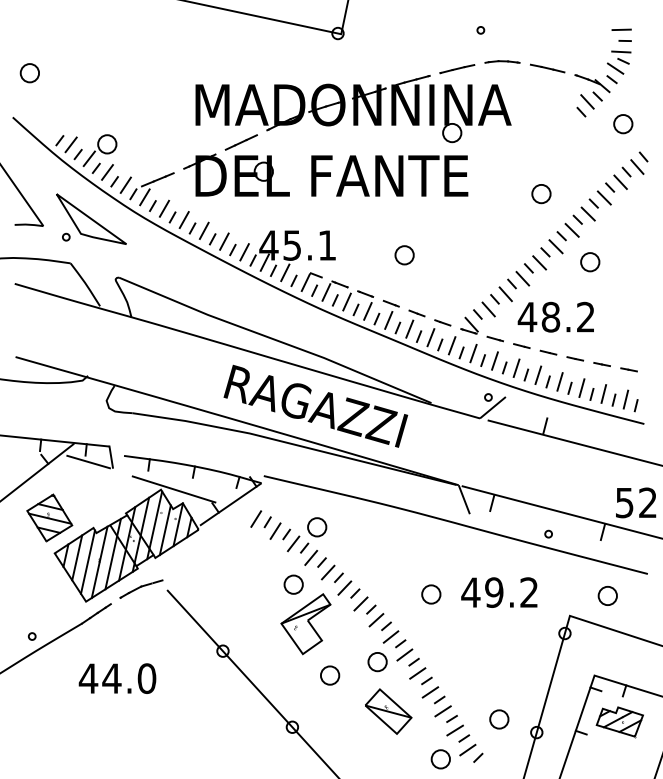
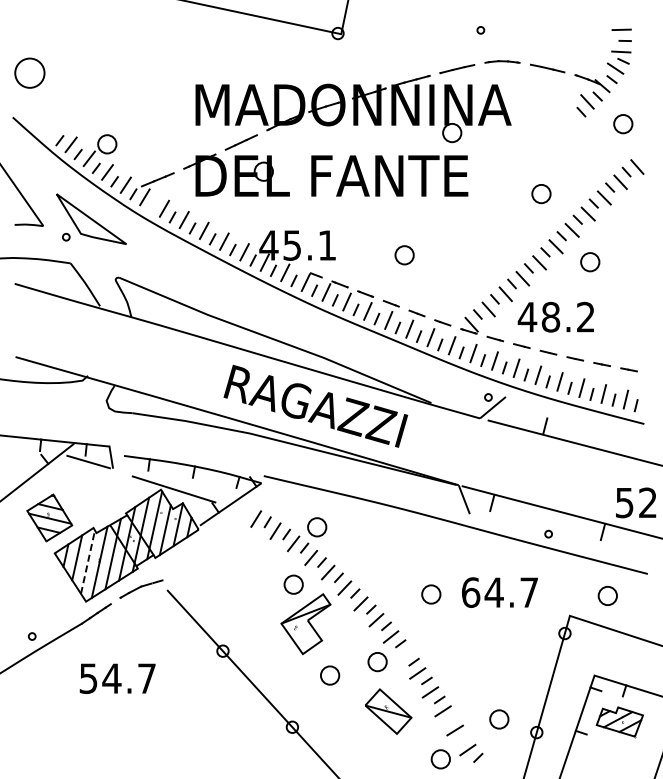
circle at (29, 73) diameter: 18 px -> 29 px
line at (643, 156): present -> none
line at (152, 205): present -> none
line at (88, 561): solid -> dashed
text at (499, 592): 49.2 -> 64.7
line at (404, 654): present -> none
text at (117, 678): 44.0 -> 54.7
line at (451, 718): present -> none
line at (464, 738): present -> none
